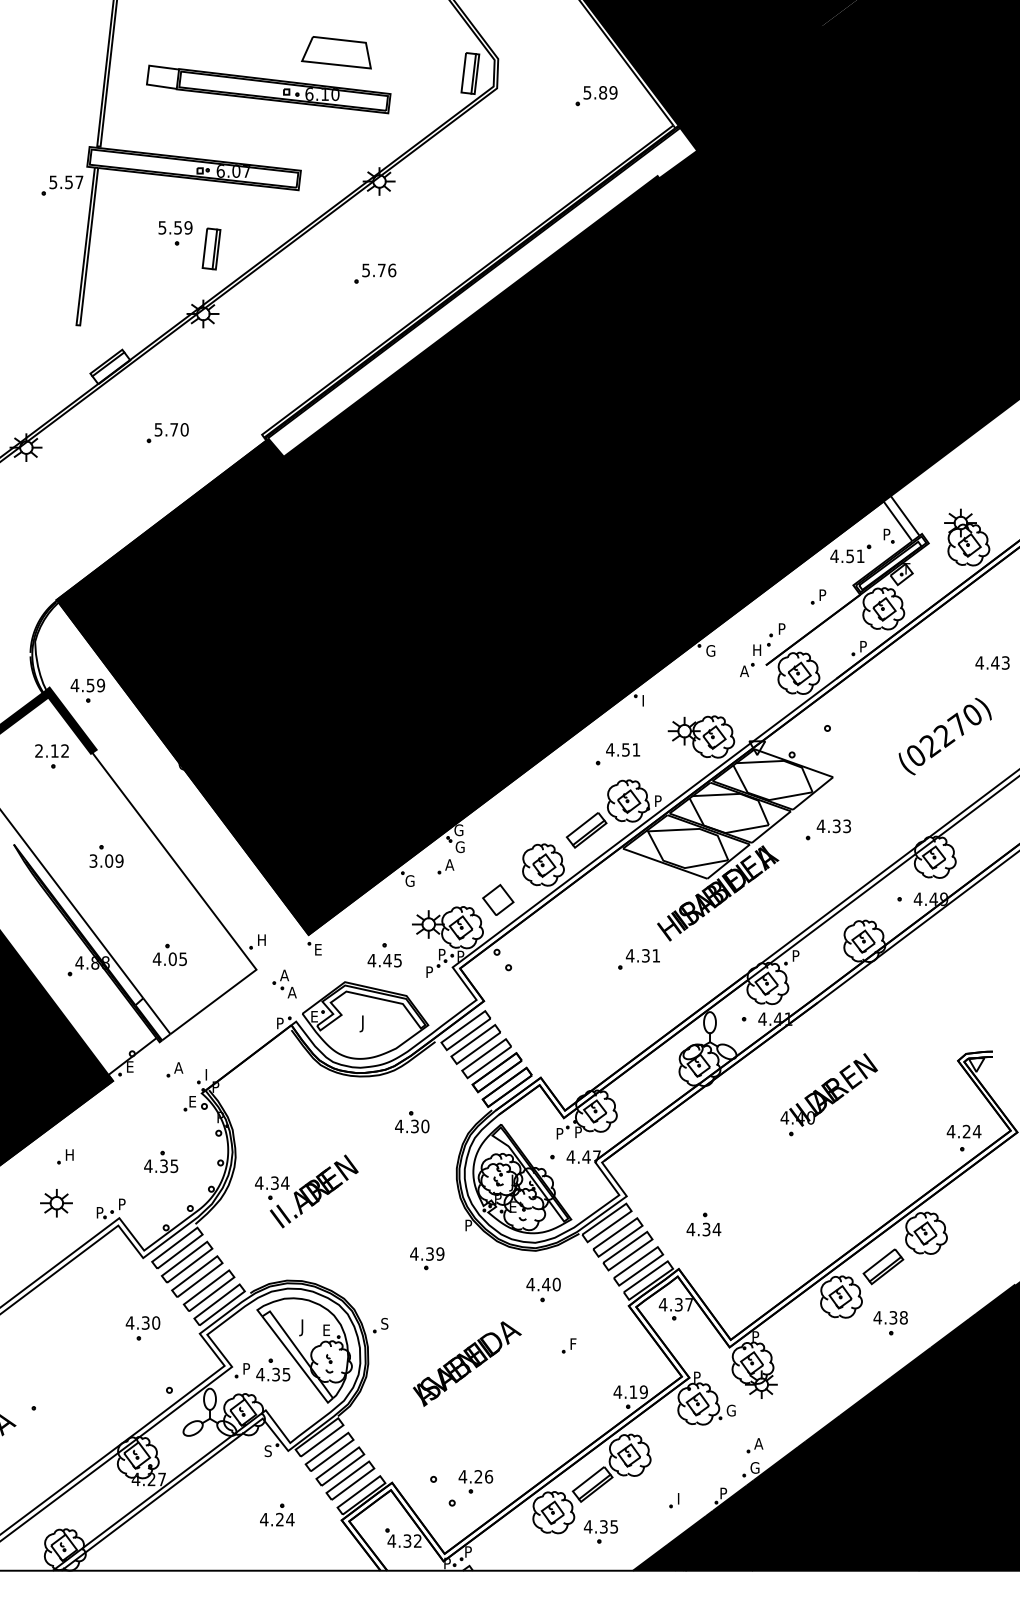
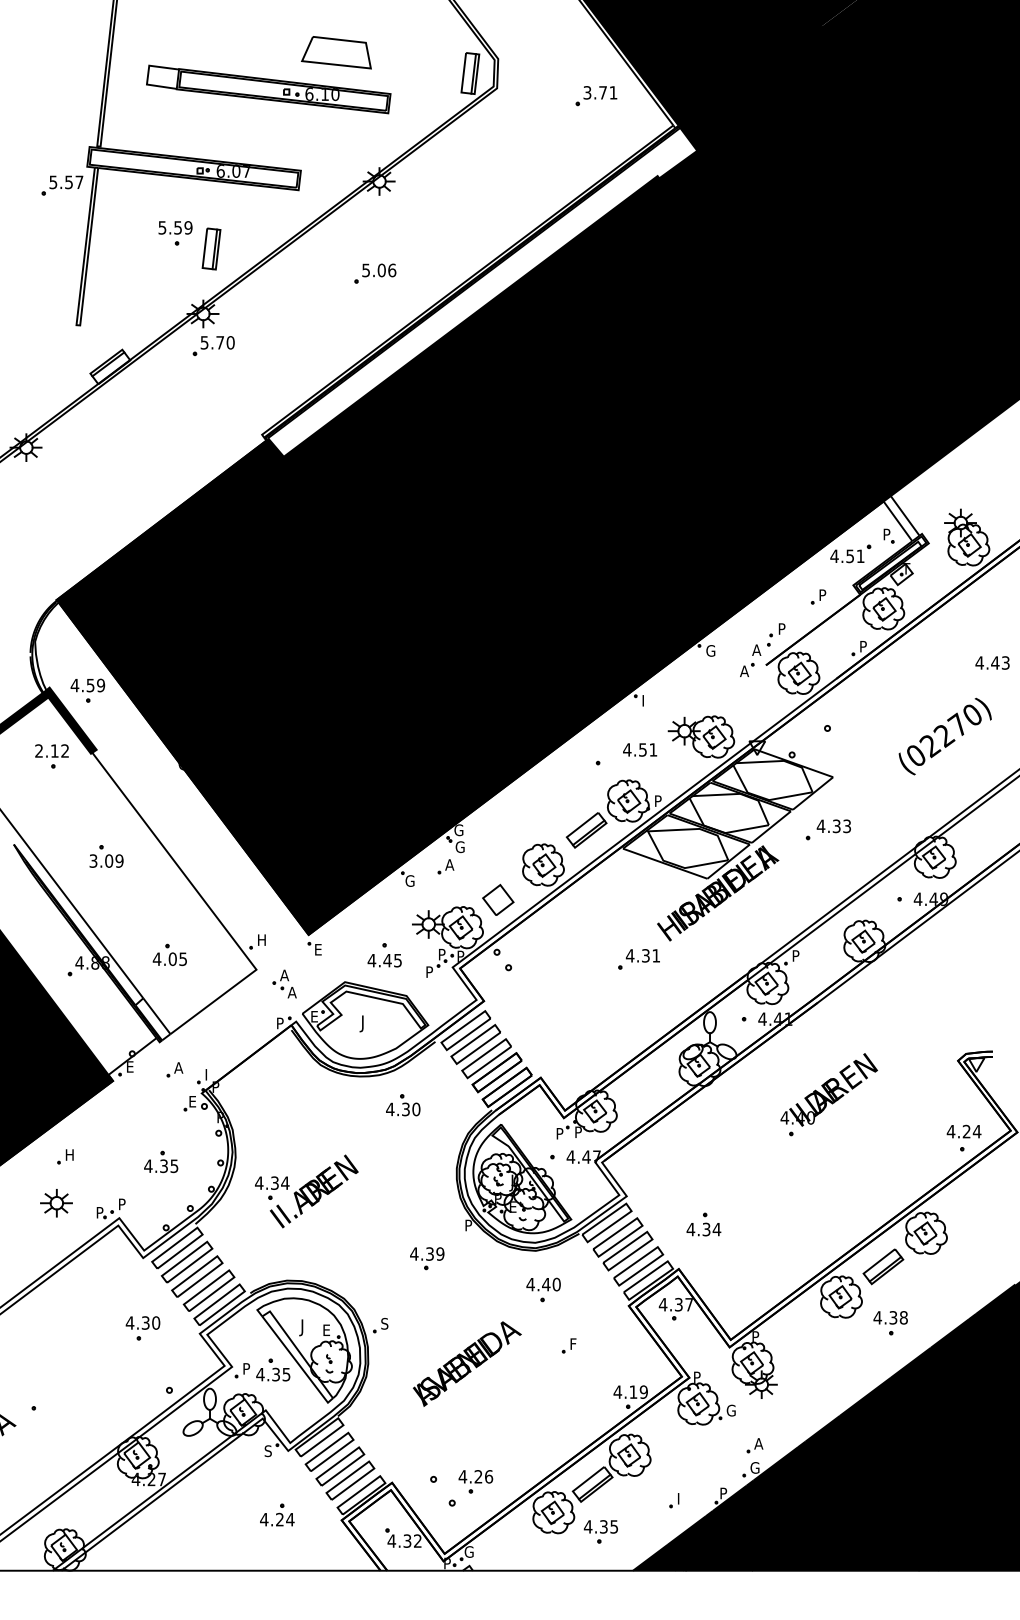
text at (600, 92): 5.89 -> 3.71
text at (381, 270): 5.76 -> 5.06
part at (167, 433) position: (167, 433) -> (213, 346)
text at (756, 649): H -> A
text at (623, 749) position: (623, 749) -> (640, 749)
part at (412, 1122) position: (412, 1122) -> (403, 1105)
text at (468, 1551): P -> G
